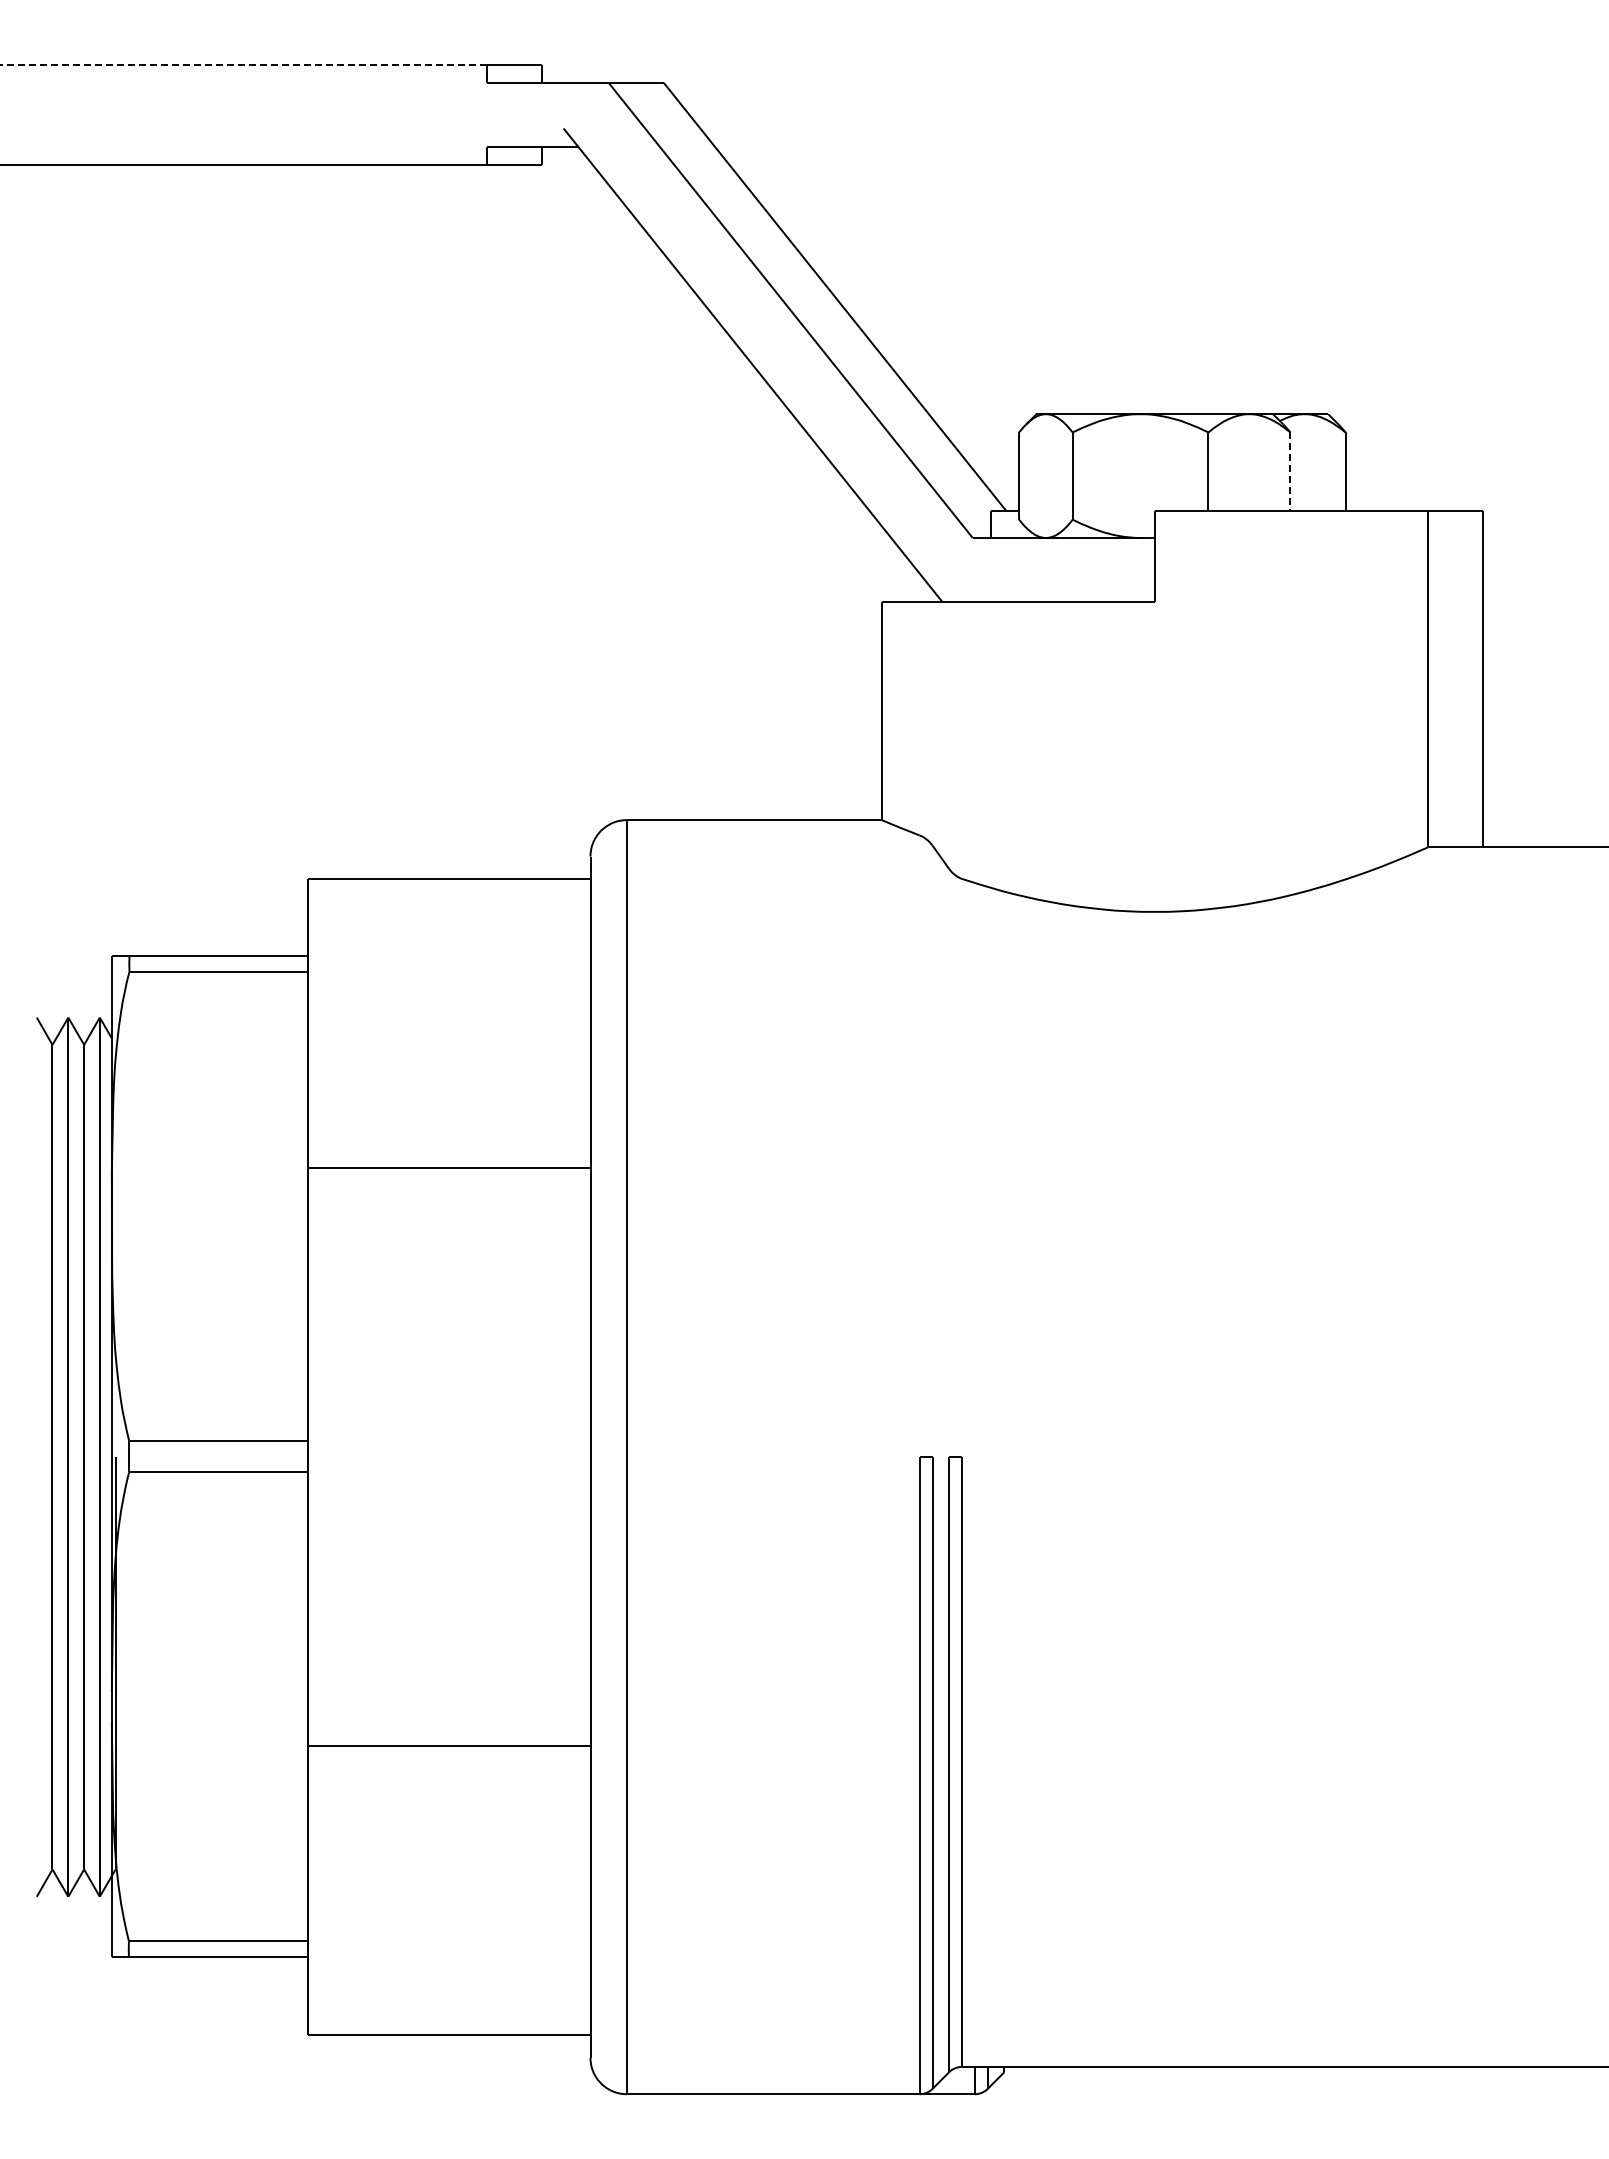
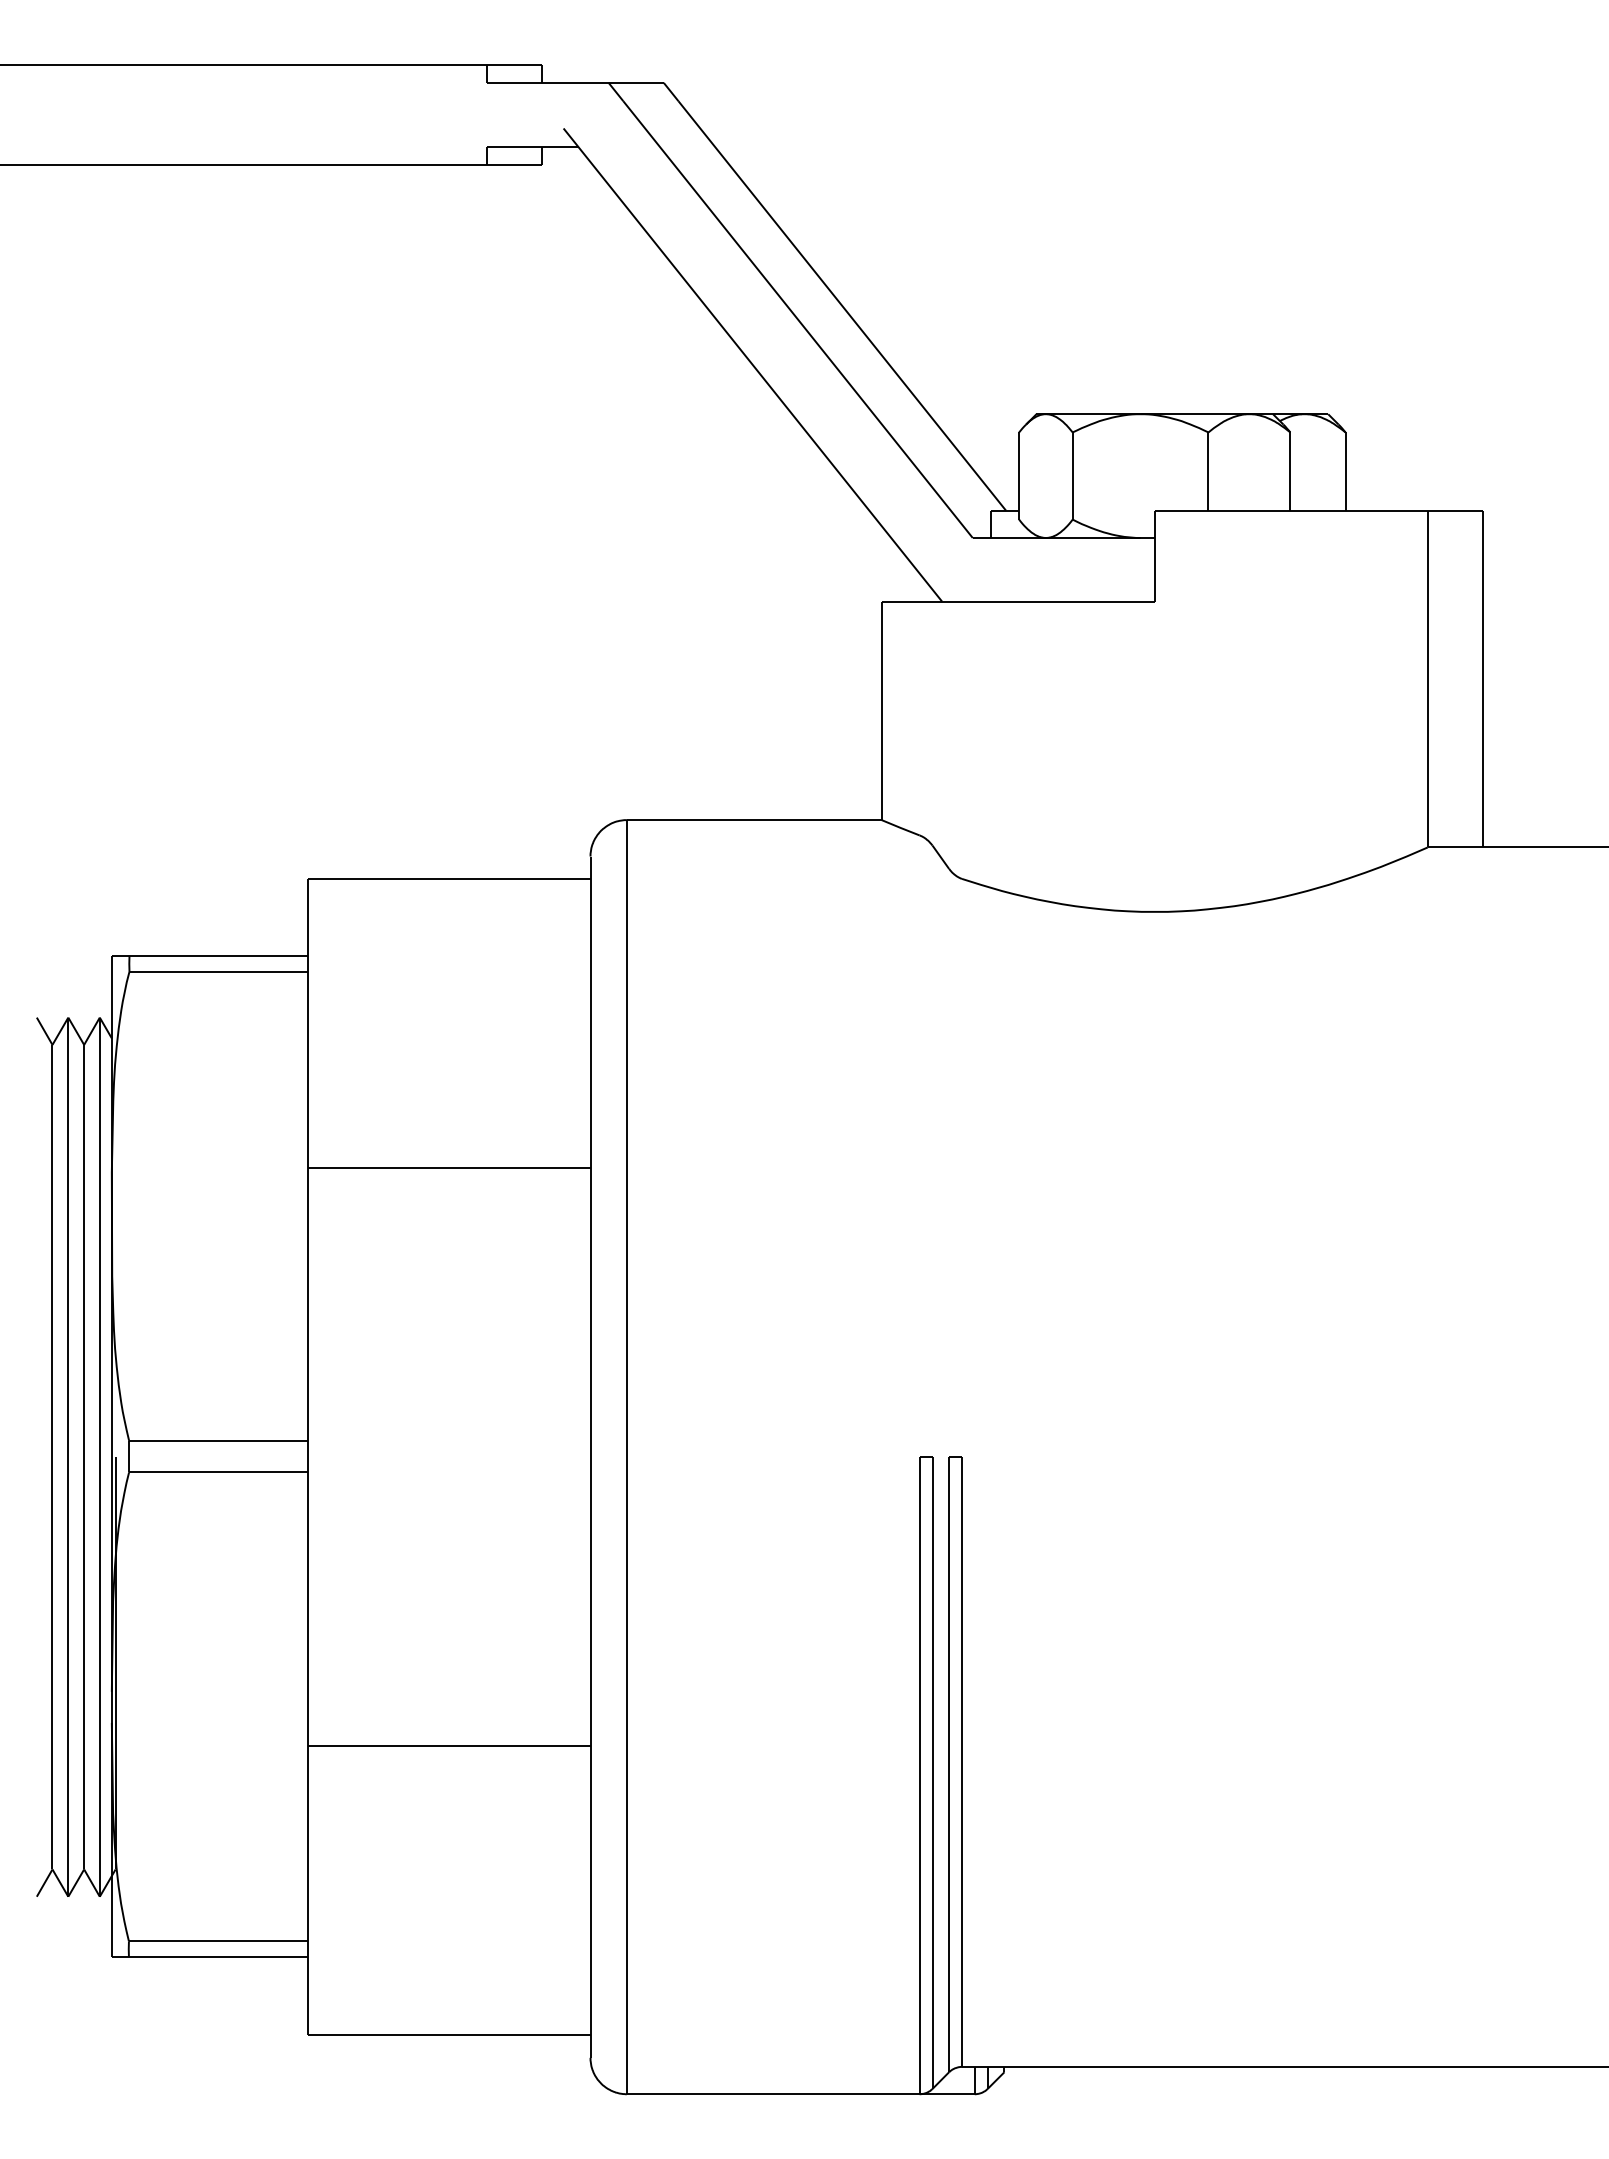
line at (243, 64): dashed -> solid
line at (1290, 472): dashed -> solid
